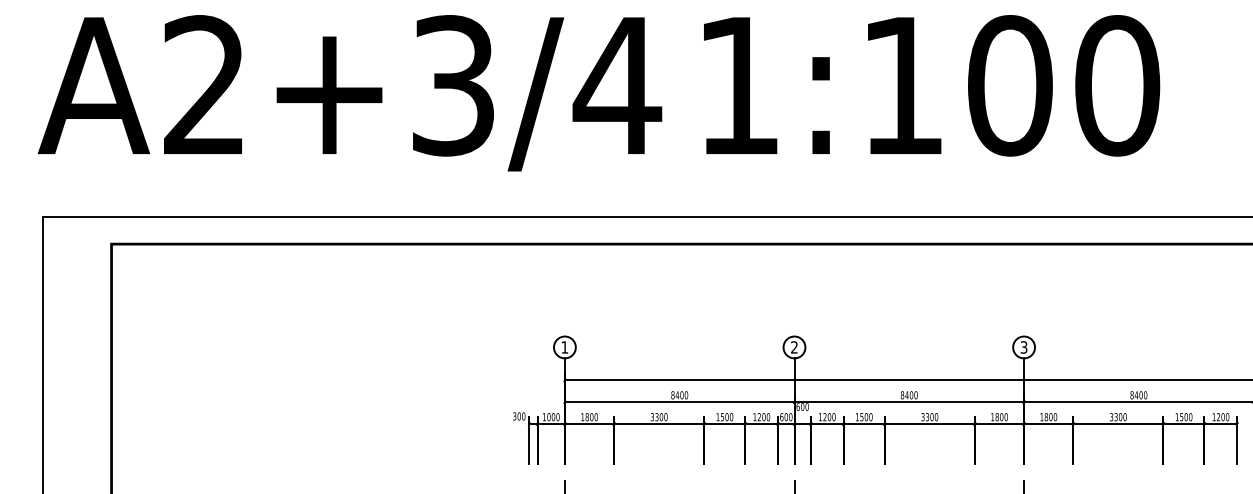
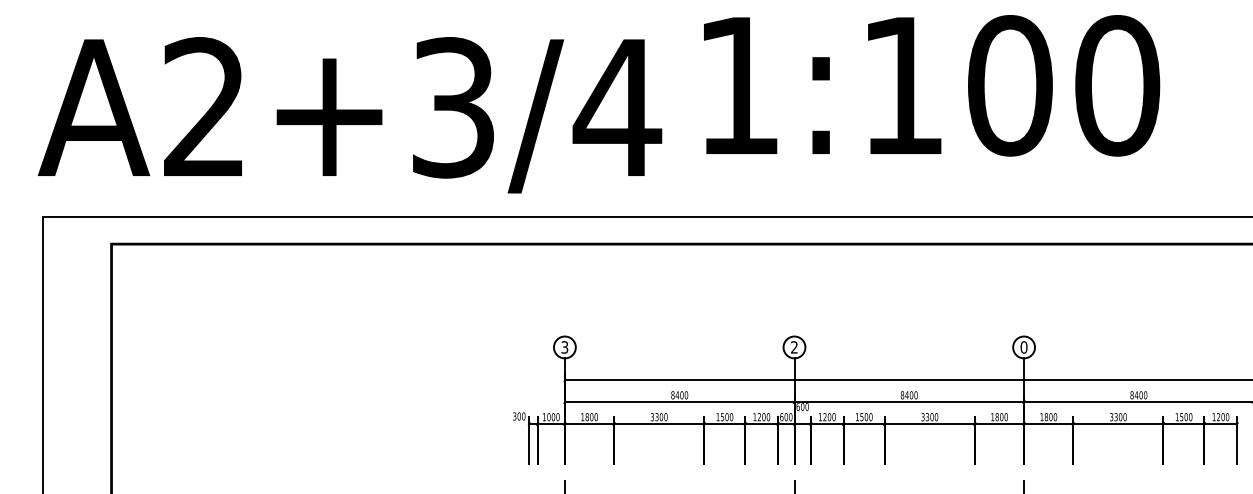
text at (349, 93) position: (349, 93) -> (349, 115)
text at (564, 347): 1 -> 3
text at (1023, 347): 3 -> 0
